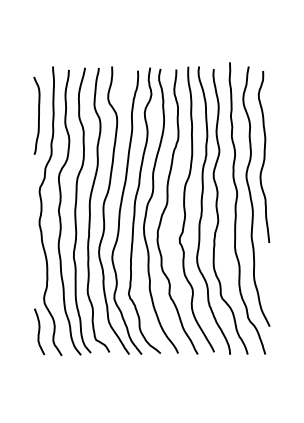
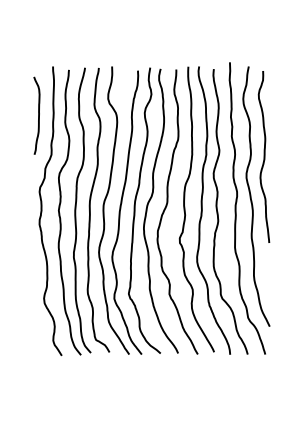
curve at (39, 331): present -> none
